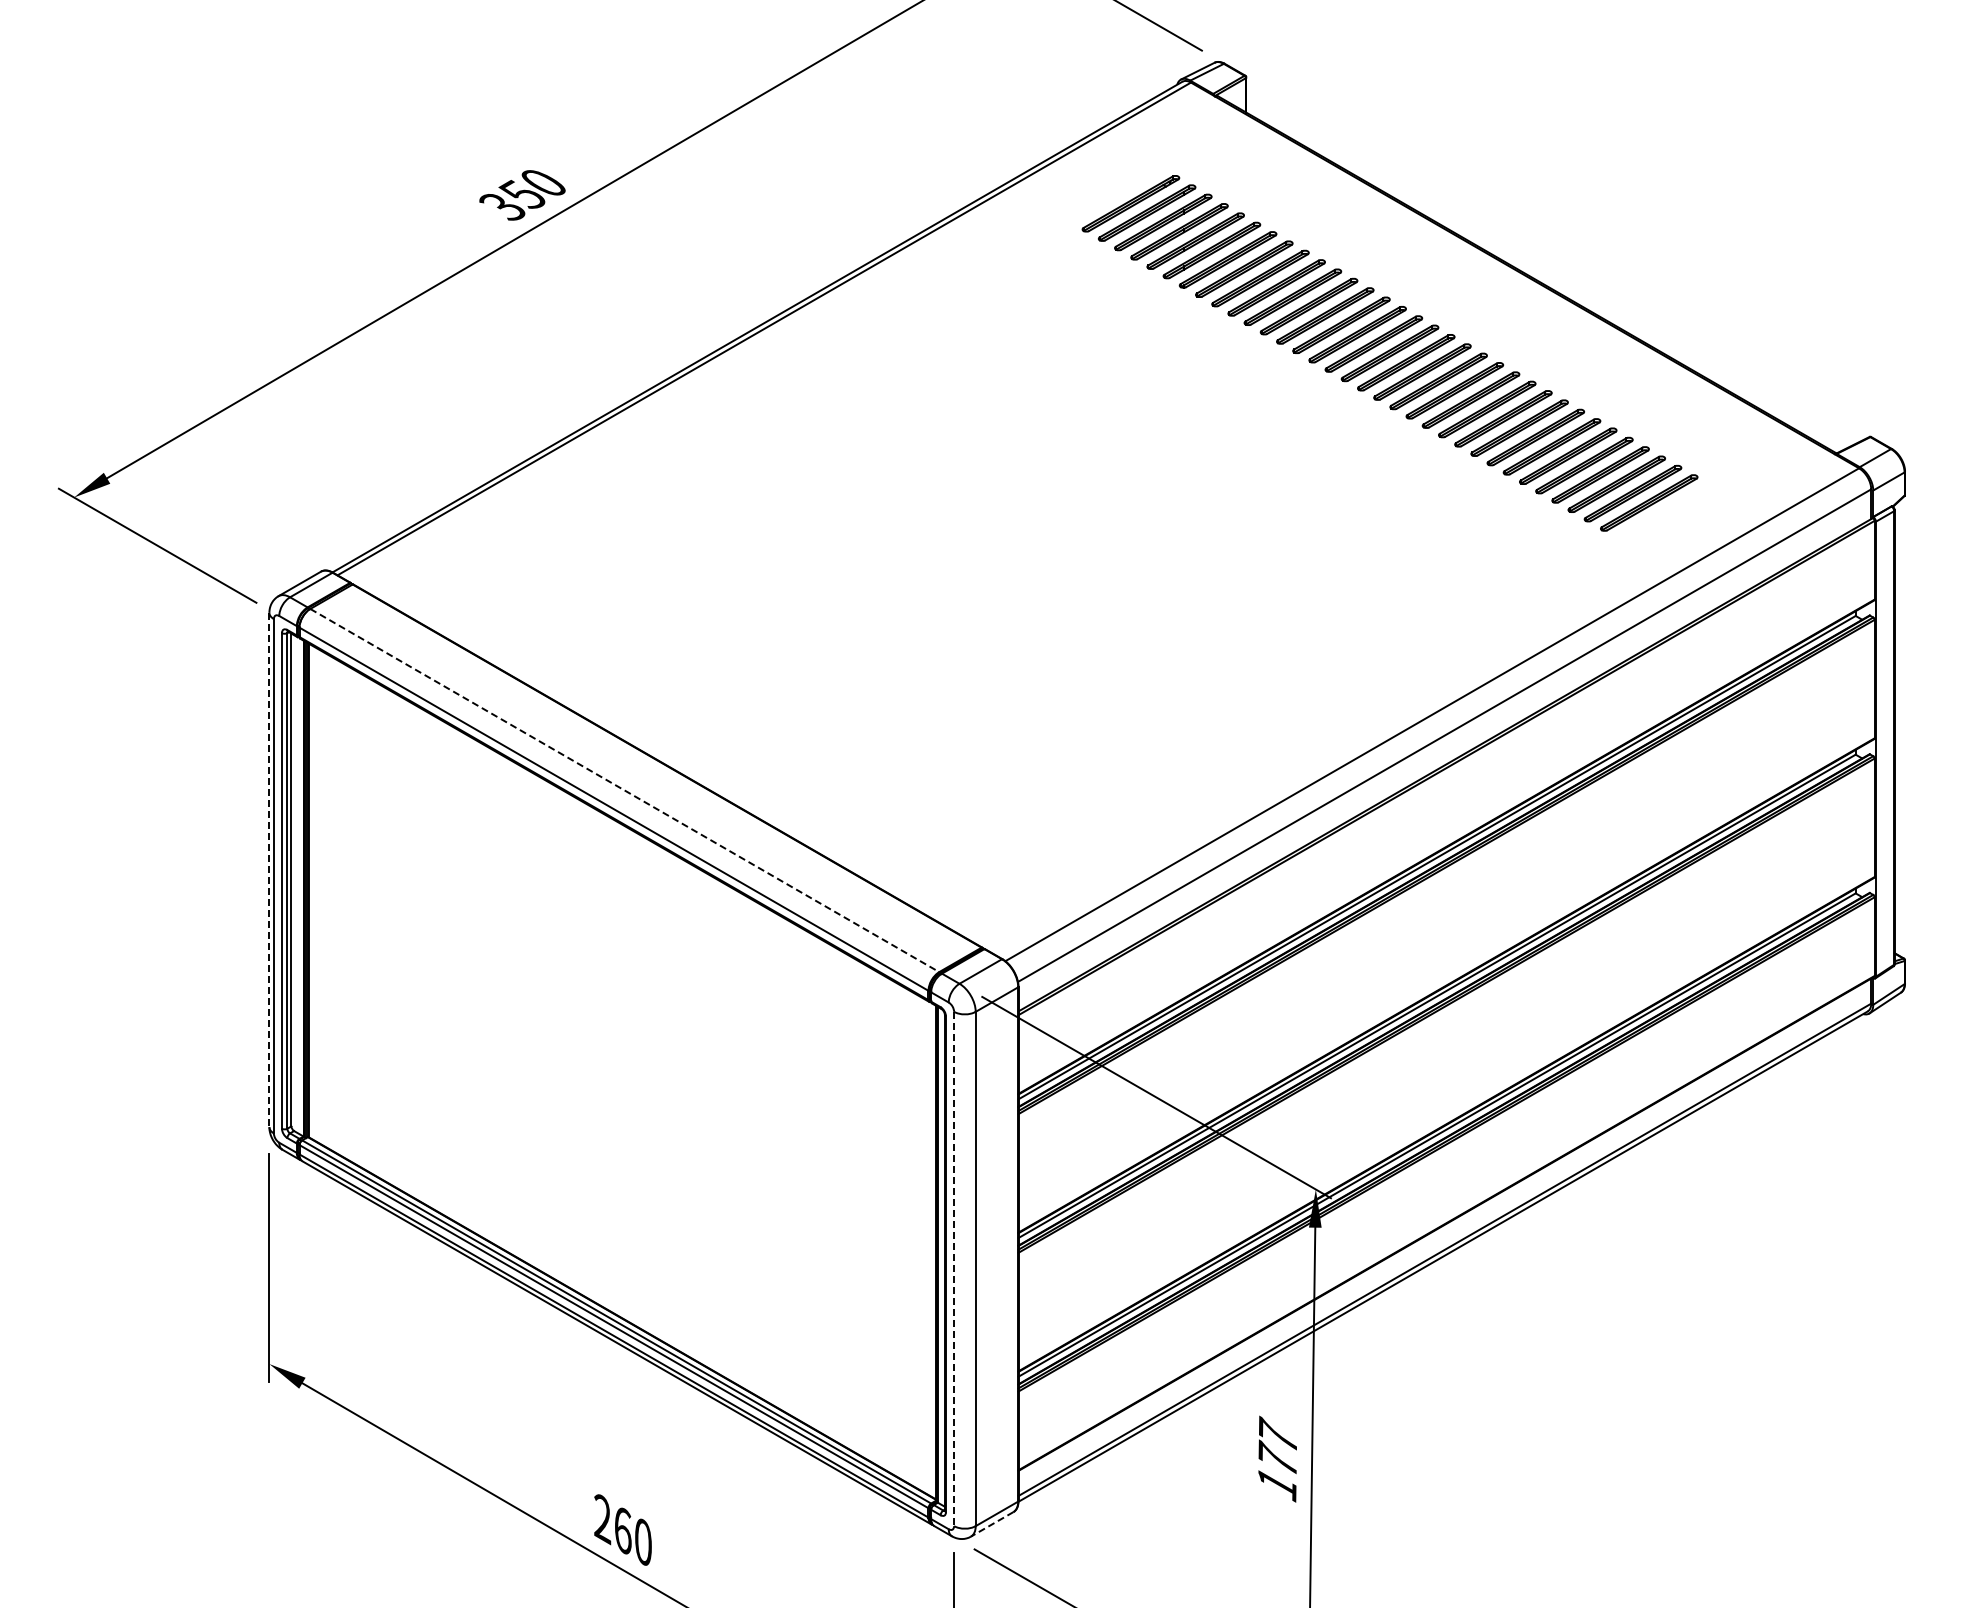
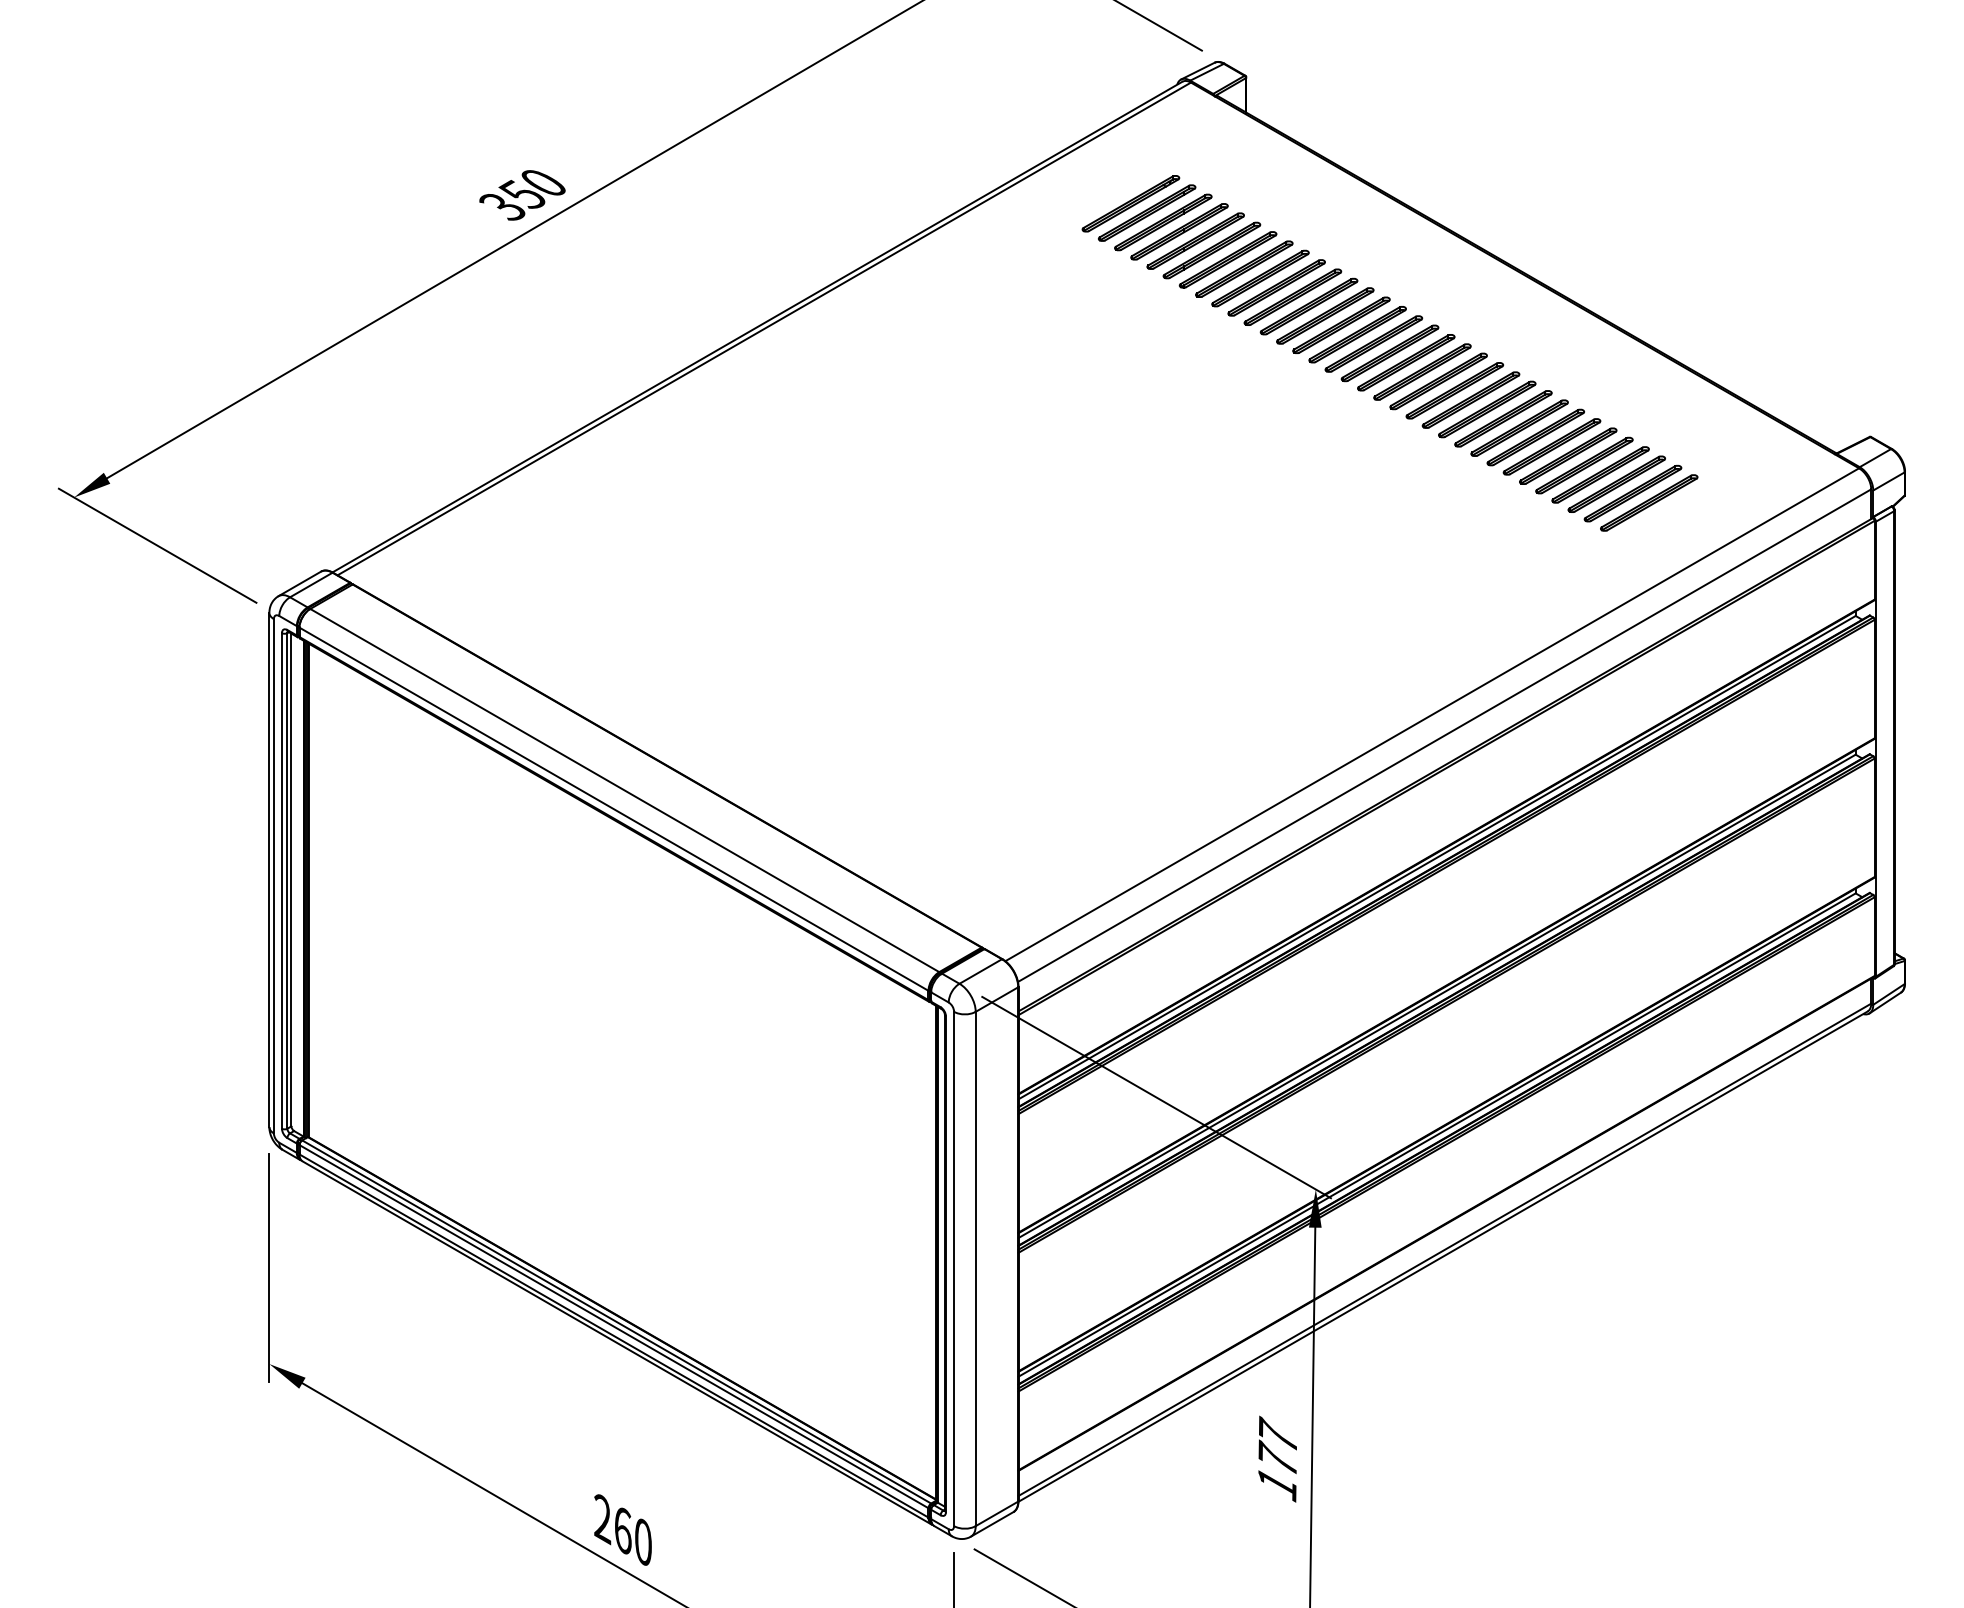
line at (625, 790): dashed -> solid
line at (269, 870): dashed -> solid
line at (954, 1269): dashed -> solid
line at (992, 1524): dashed -> solid
